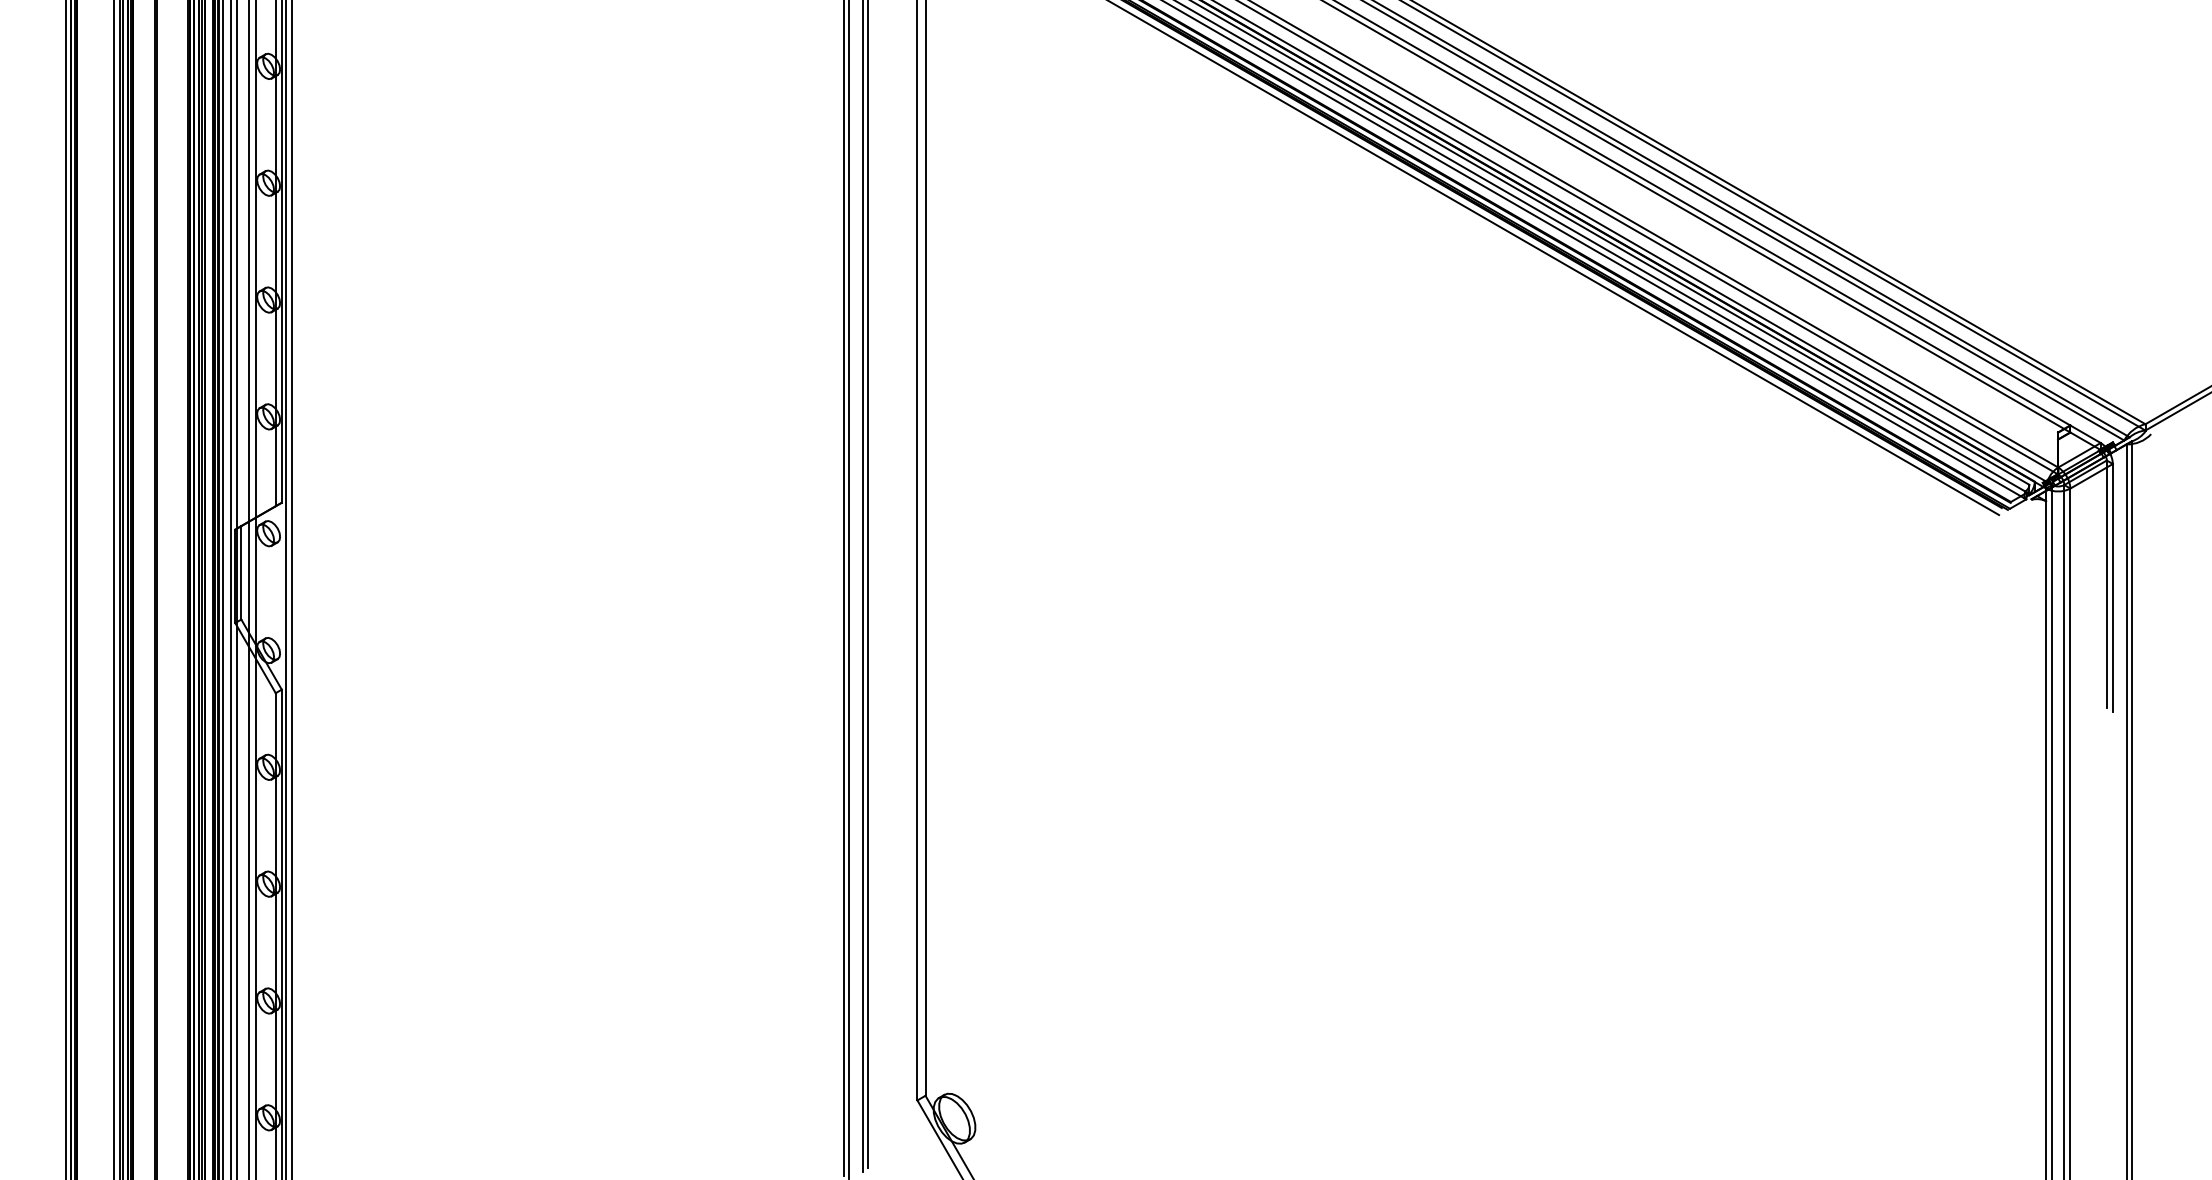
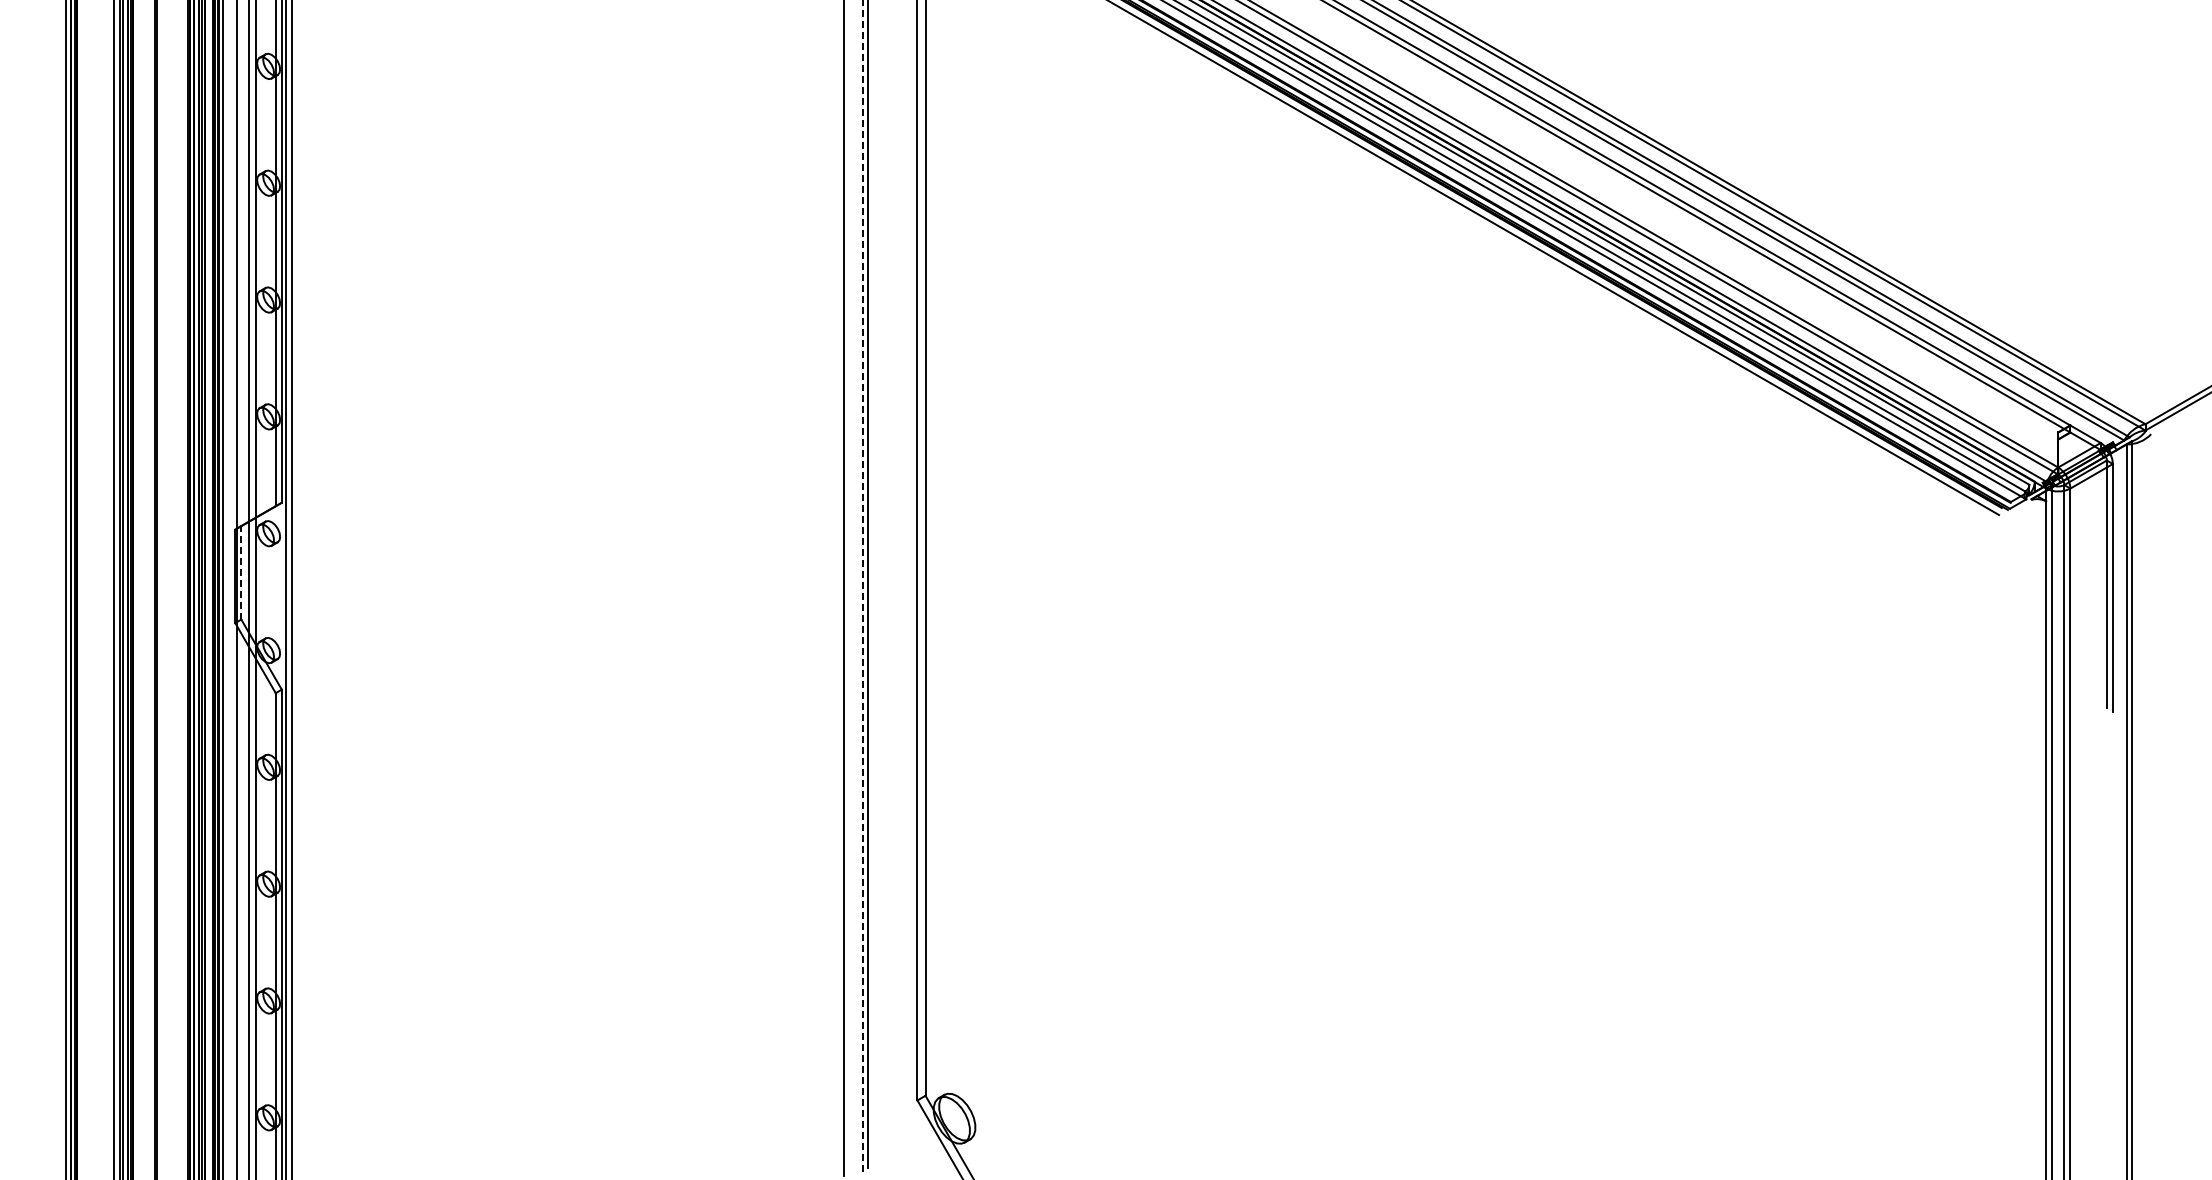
line at (241, 572): solid -> dashed
line at (863, 585): solid -> dashed
line at (231, 589): present -> none
line at (849, 589): present -> none
